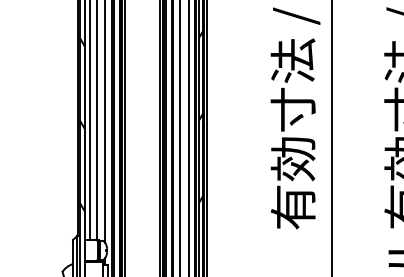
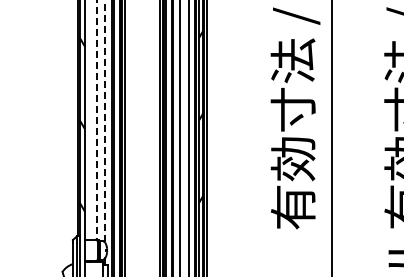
line at (90, 120): present -> none
line at (96, 120): solid -> dashed
line at (105, 122): solid -> dashed
